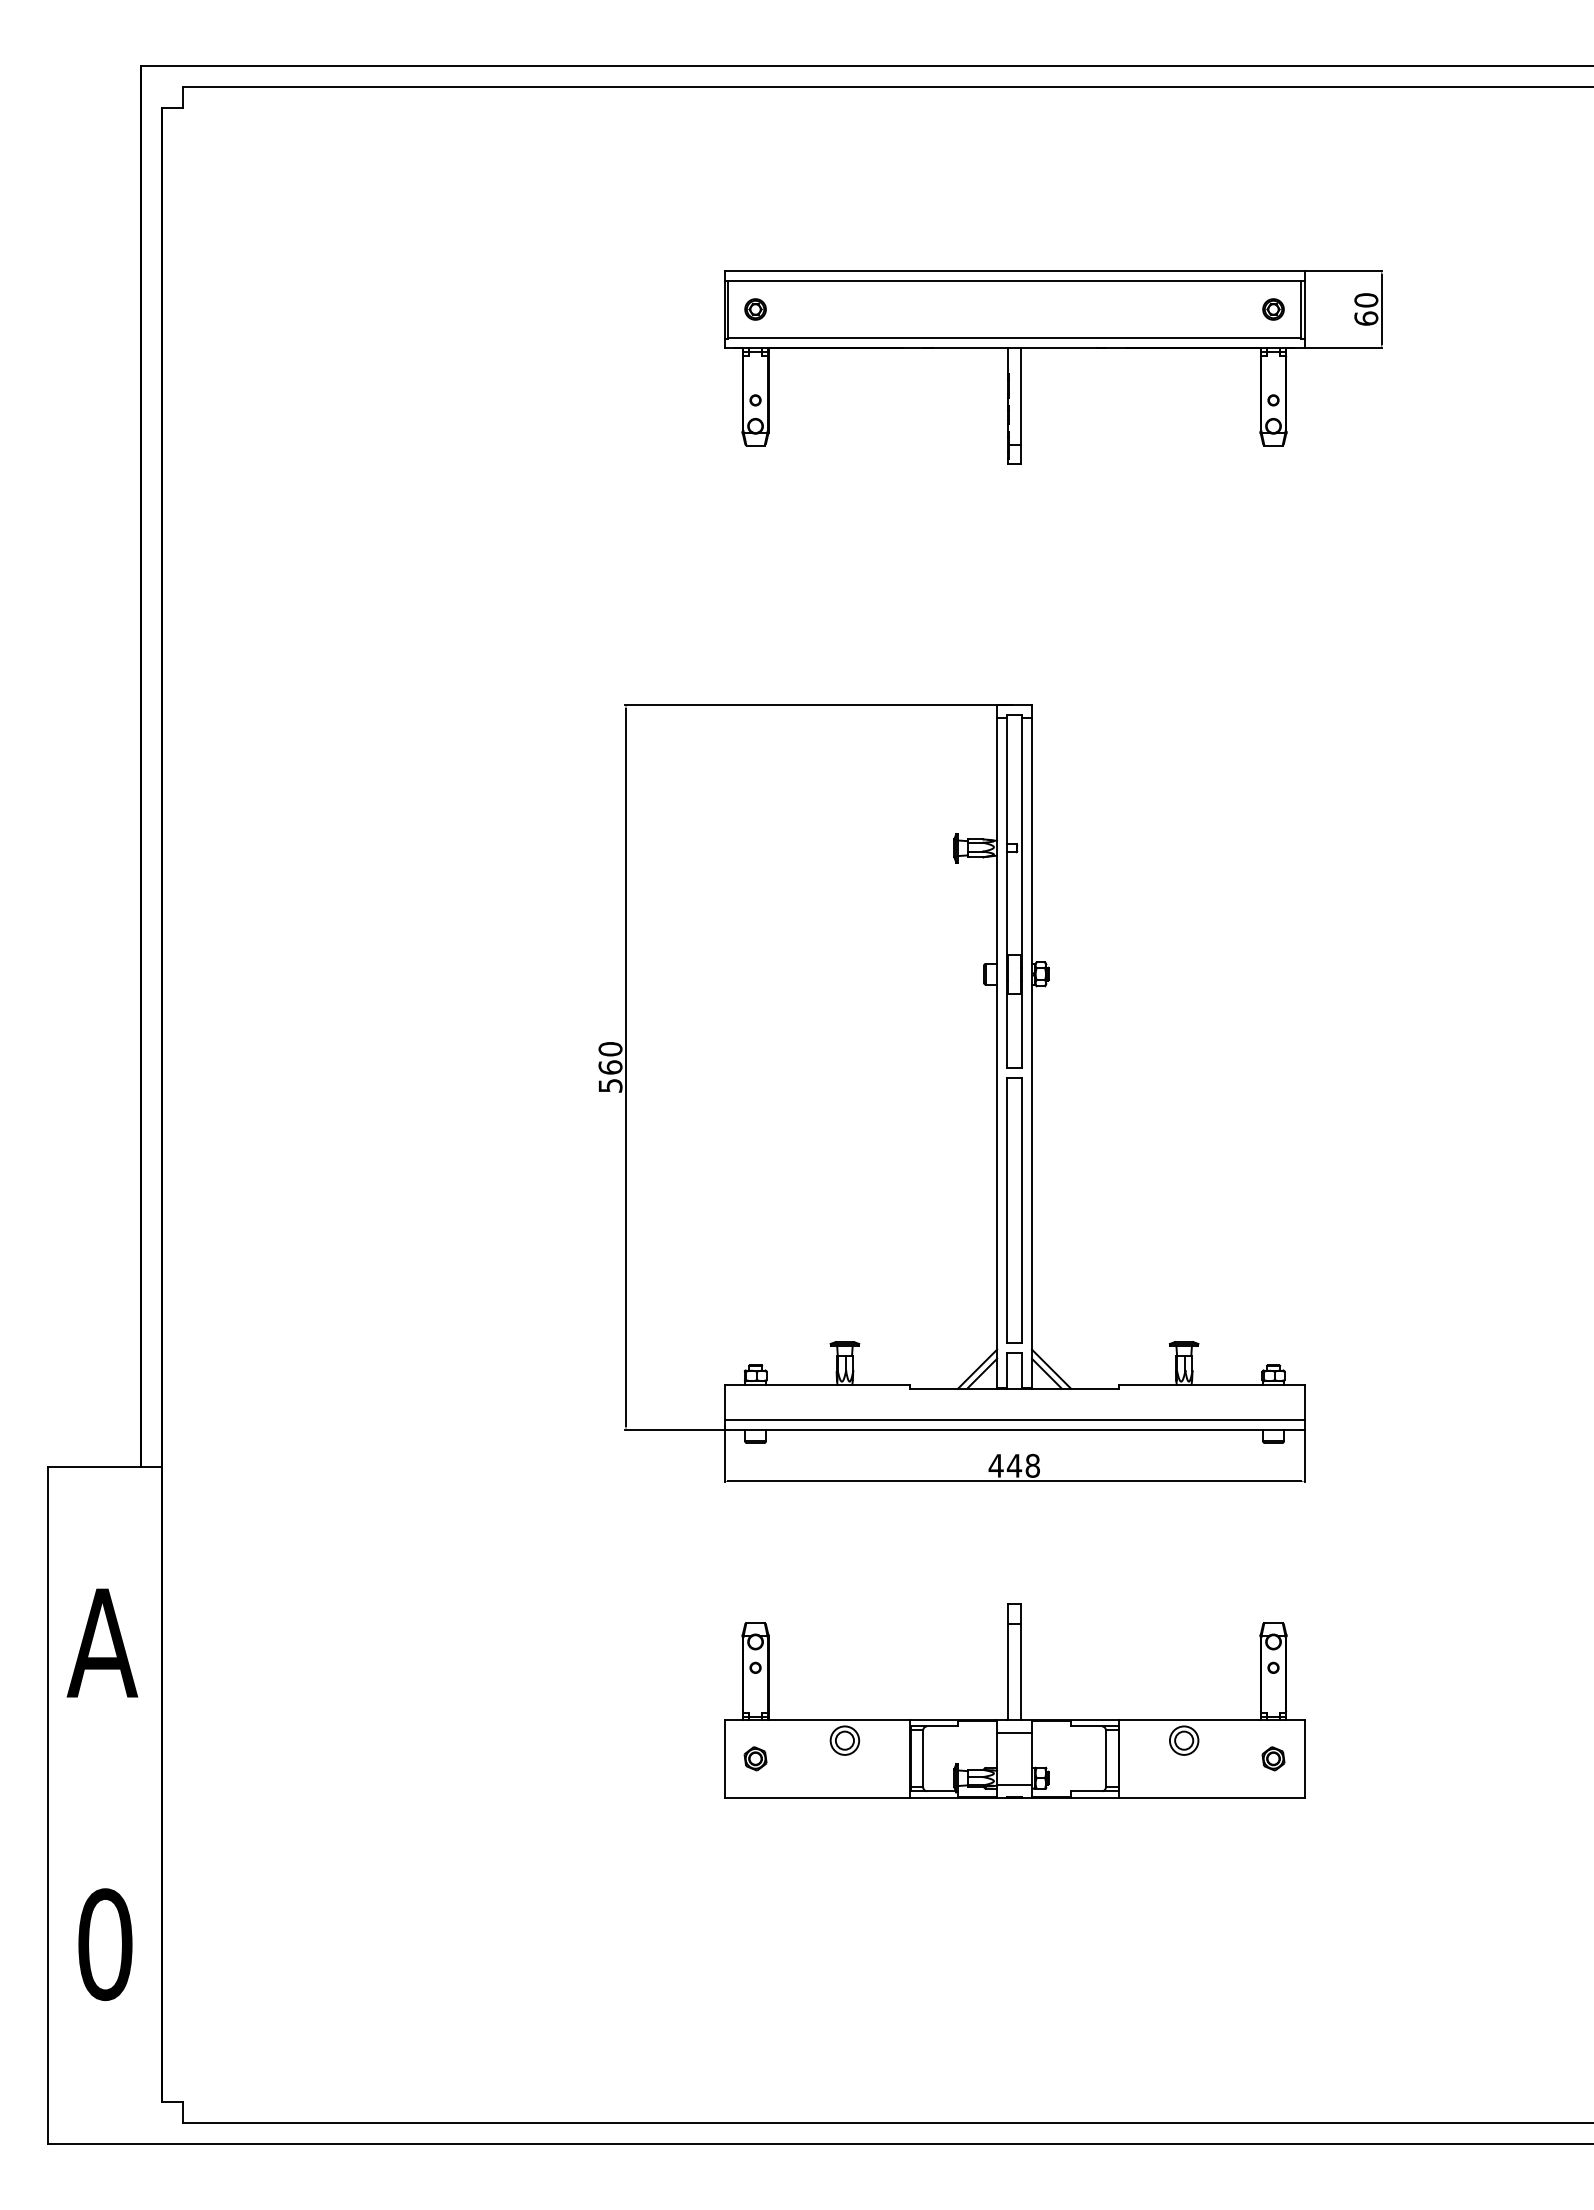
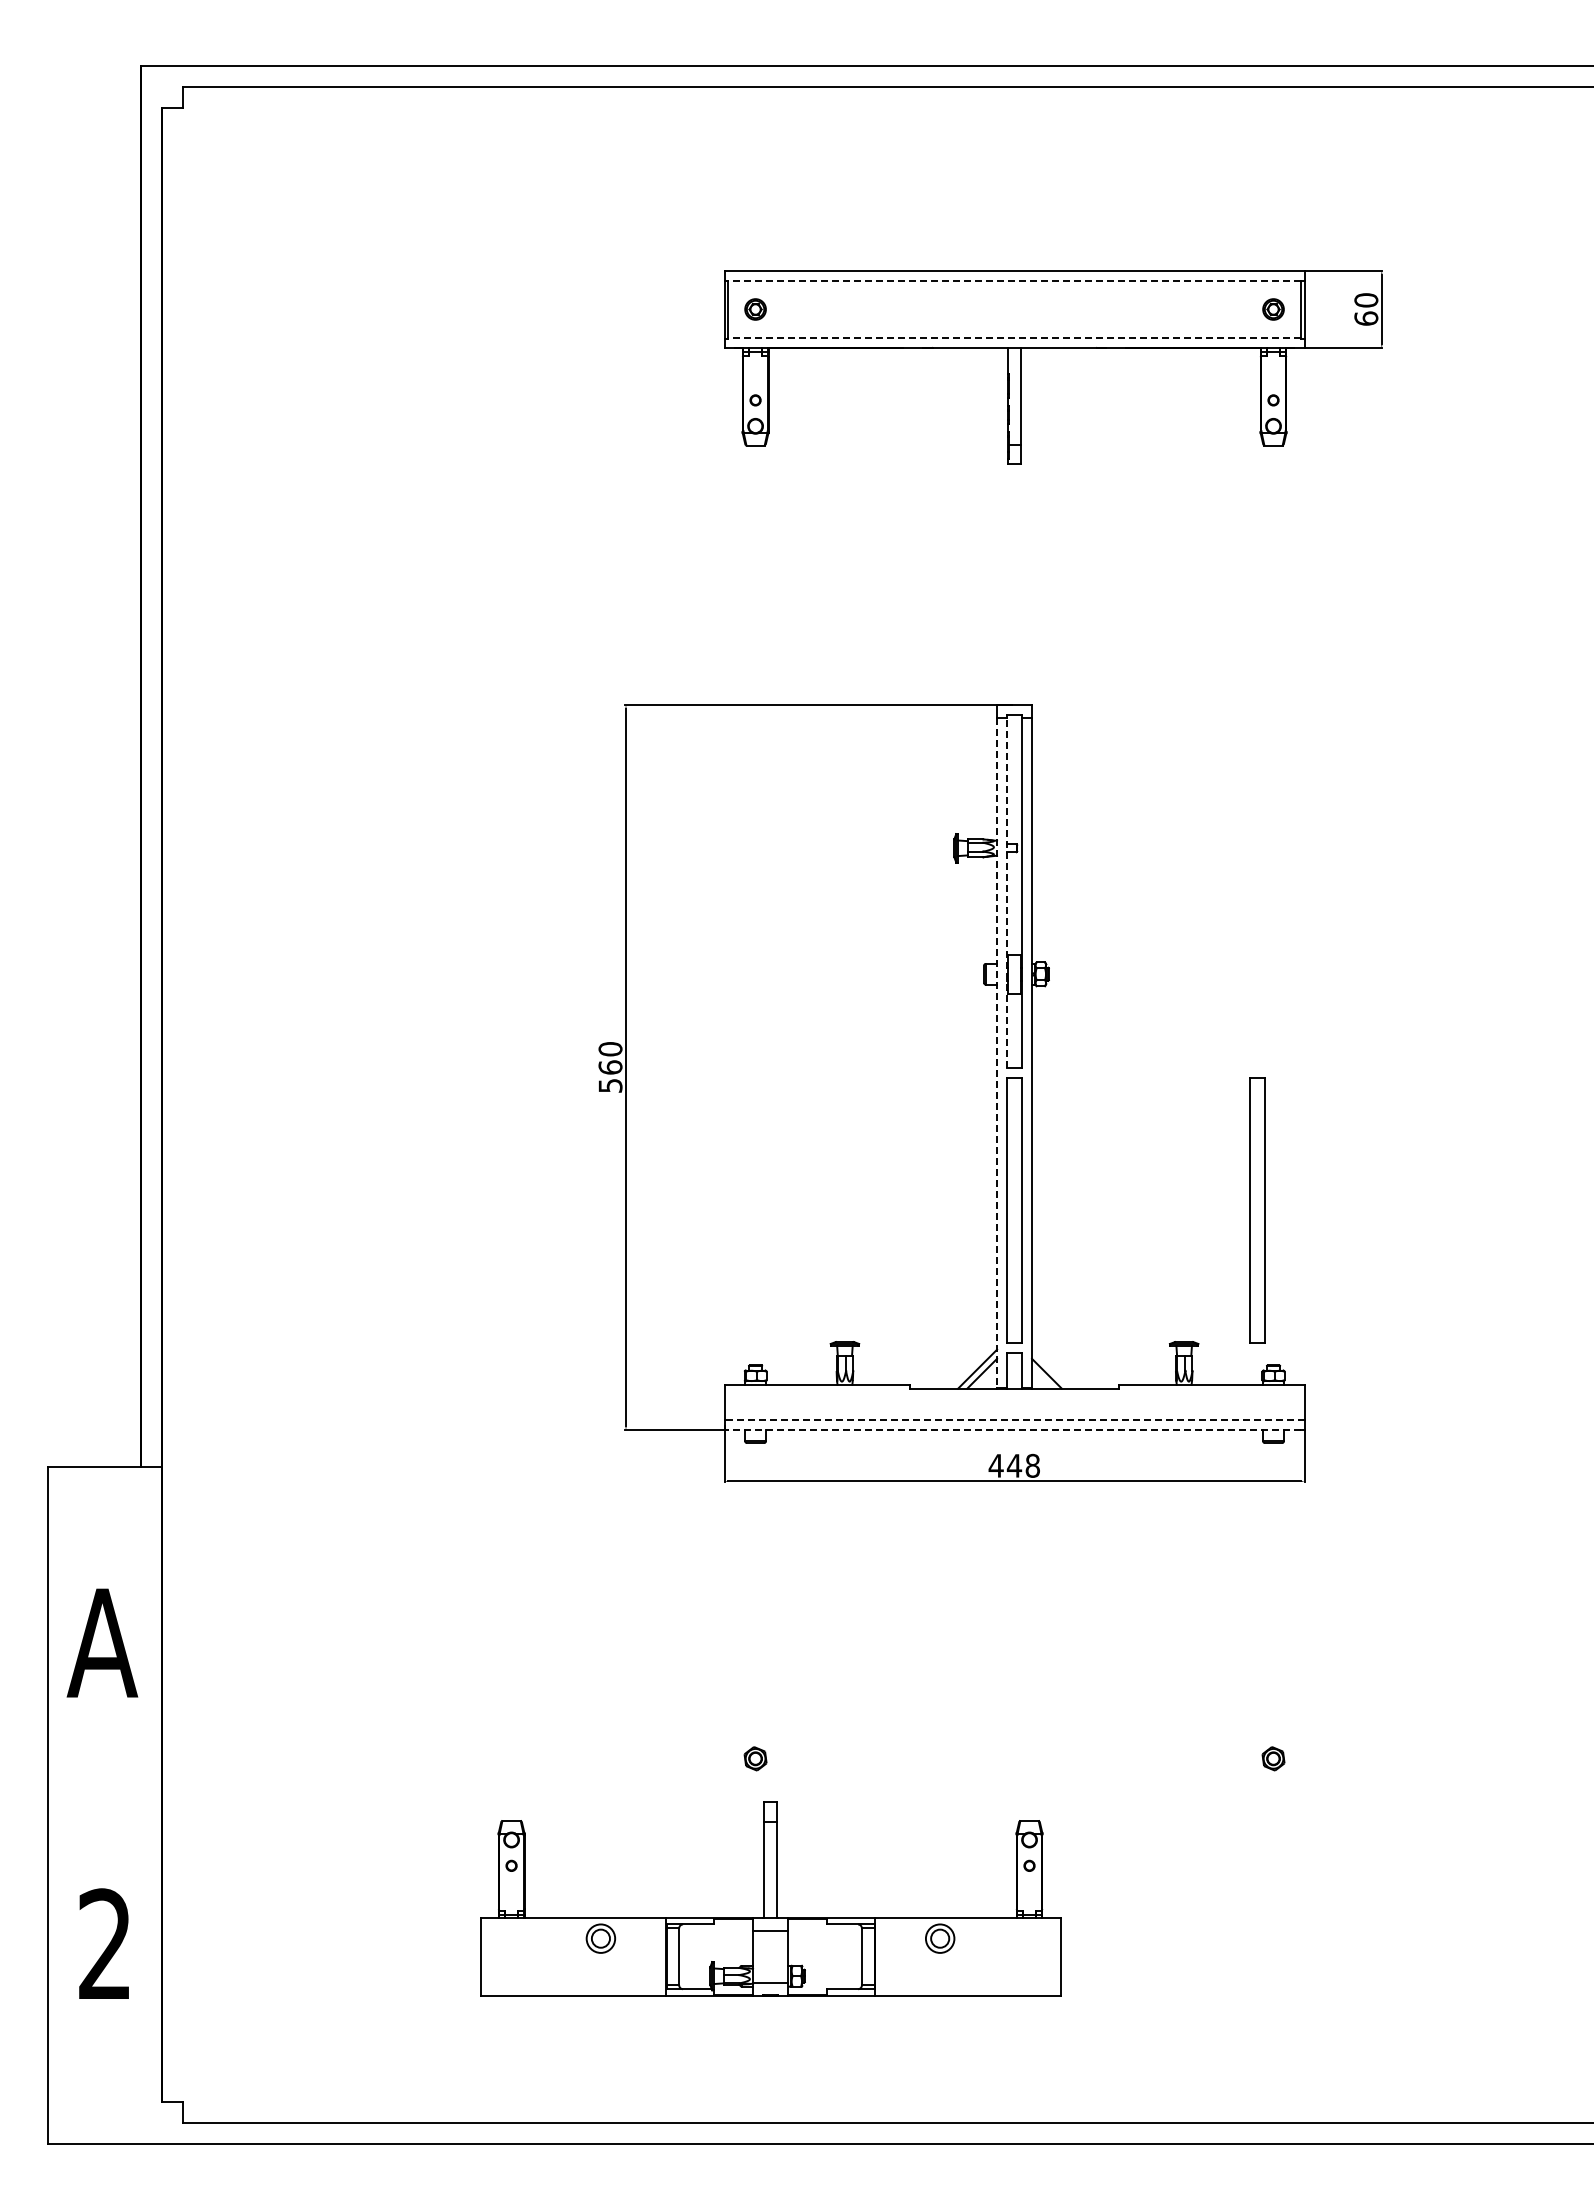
line at (1014, 281): solid -> dashed
line at (1014, 337): solid -> dashed
line at (1007, 892): solid -> dashed
line at (997, 1053): solid -> dashed
part at (1257, 1210): none -> present
line at (1051, 1368): present -> none
line at (1014, 1419): solid -> dashed
line at (1014, 1430): solid -> dashed
part at (1014, 1700) position: (1014, 1700) -> (770, 1898)
text at (105, 1944): 0 -> 2
